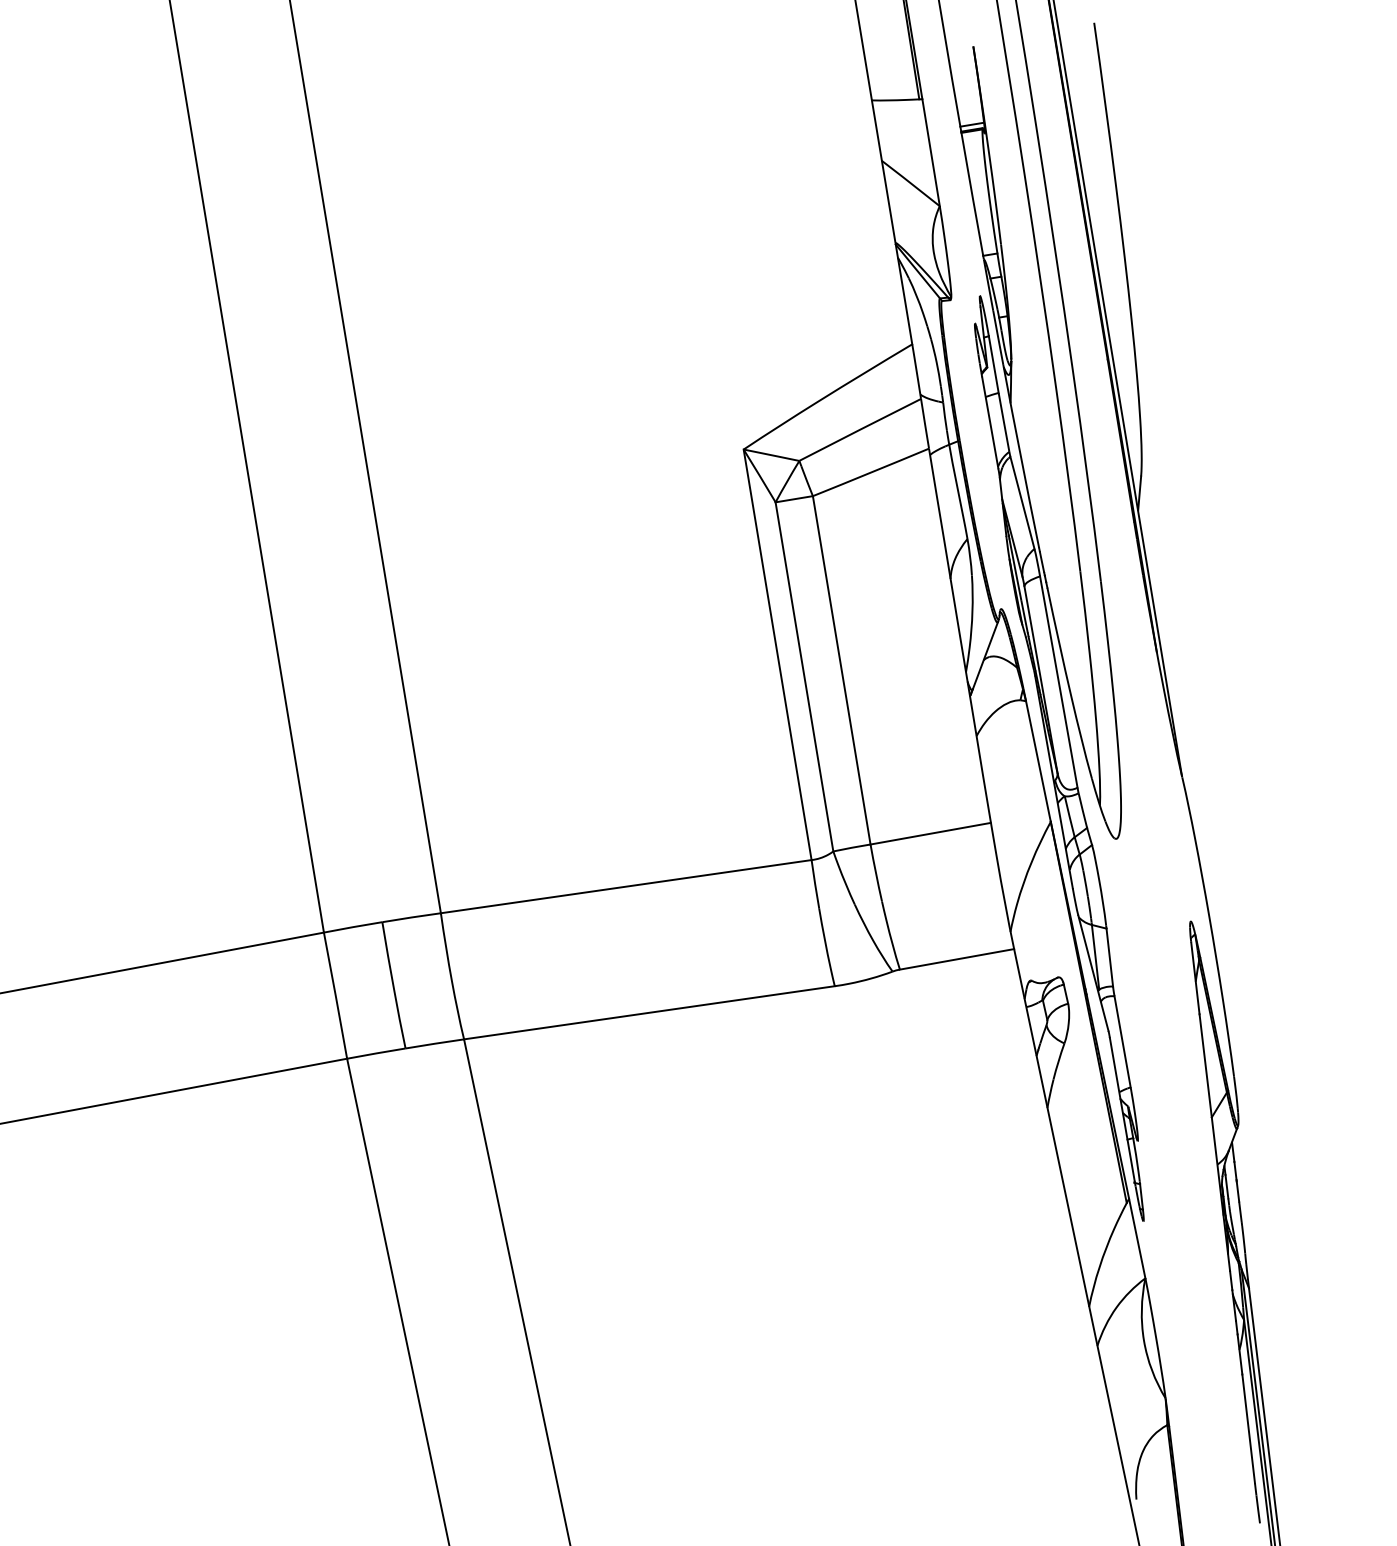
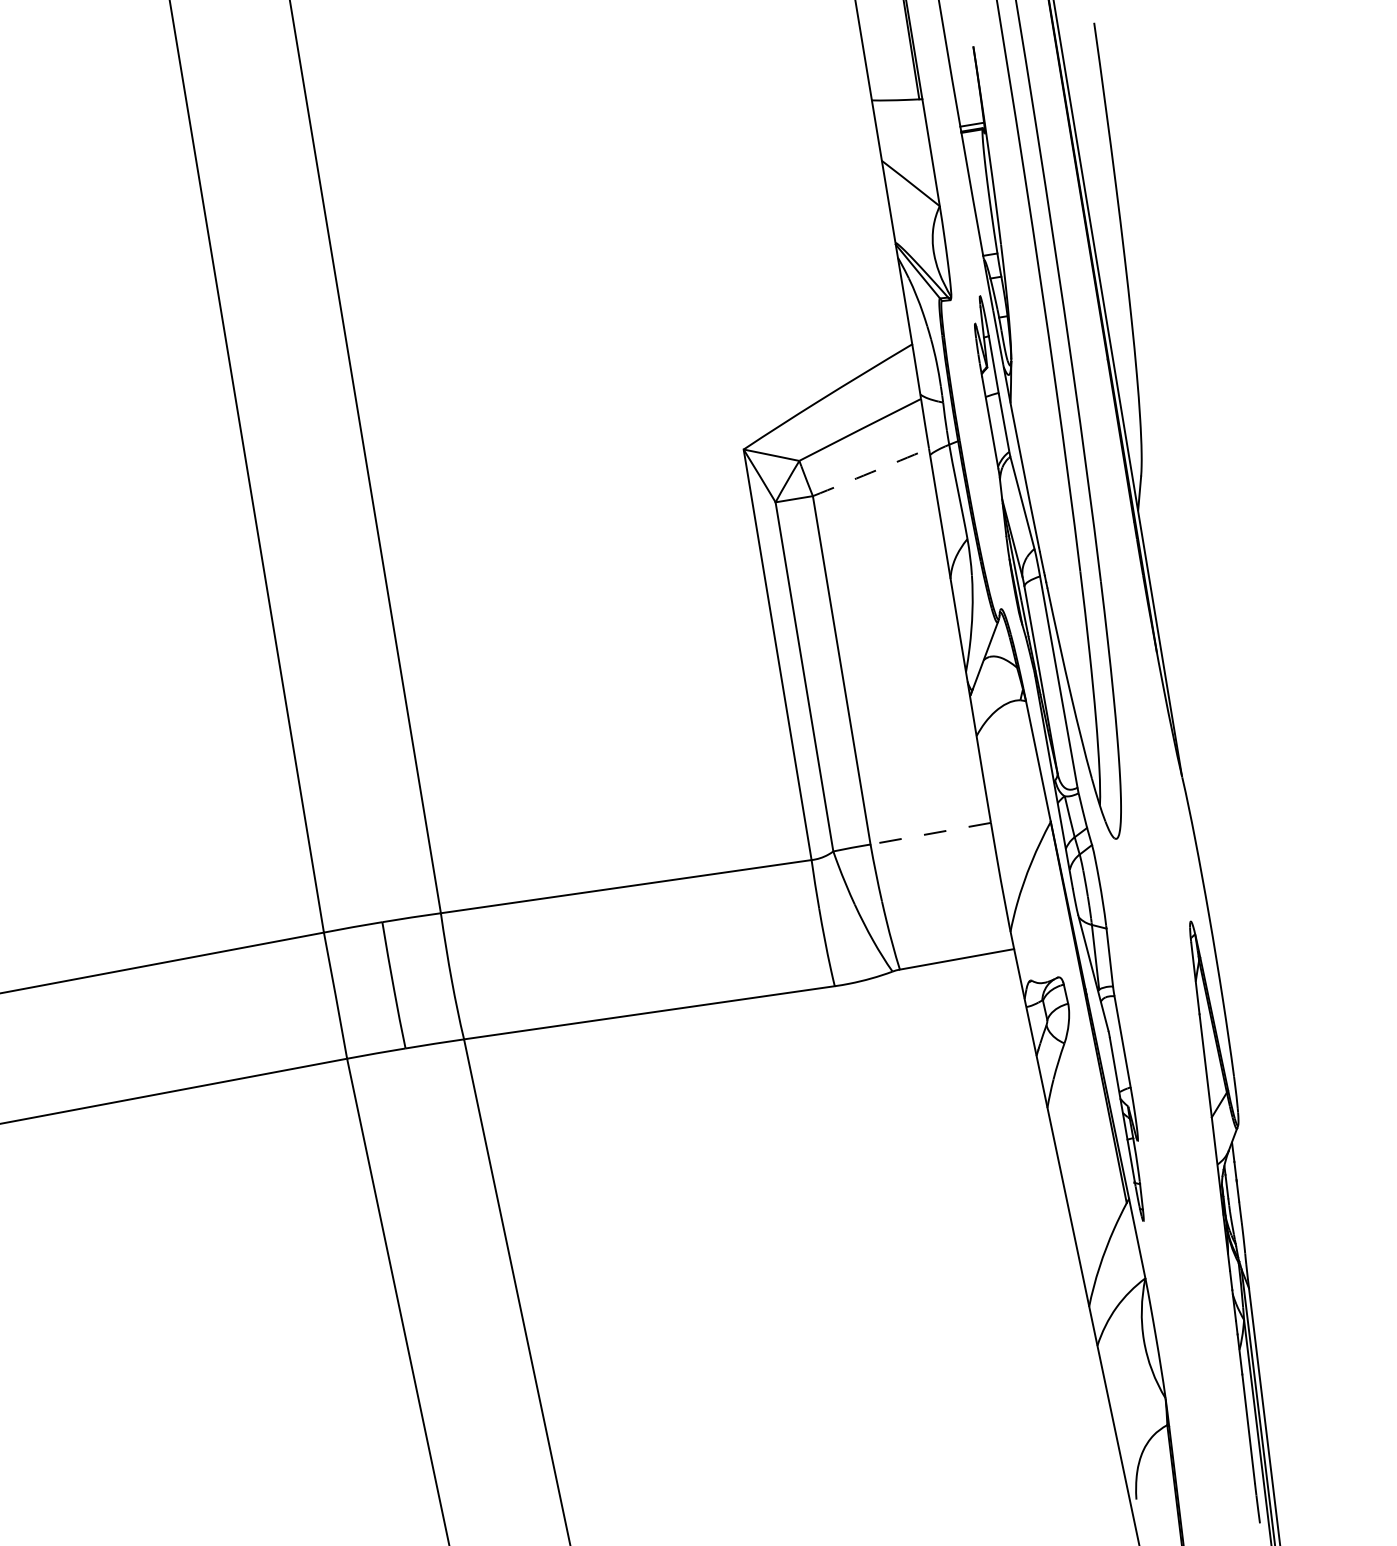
arc at (871, 472): solid -> dashed
line at (930, 833): solid -> dashed
